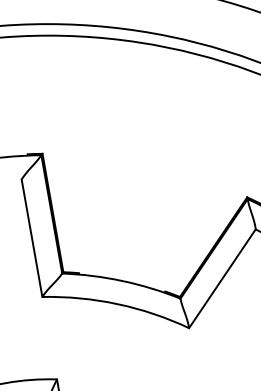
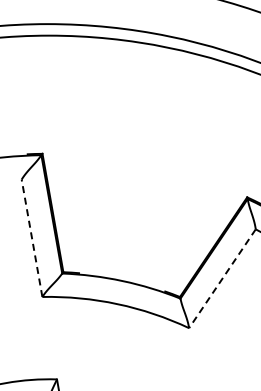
line at (32, 238): solid -> dashed
line at (222, 278): solid -> dashed
